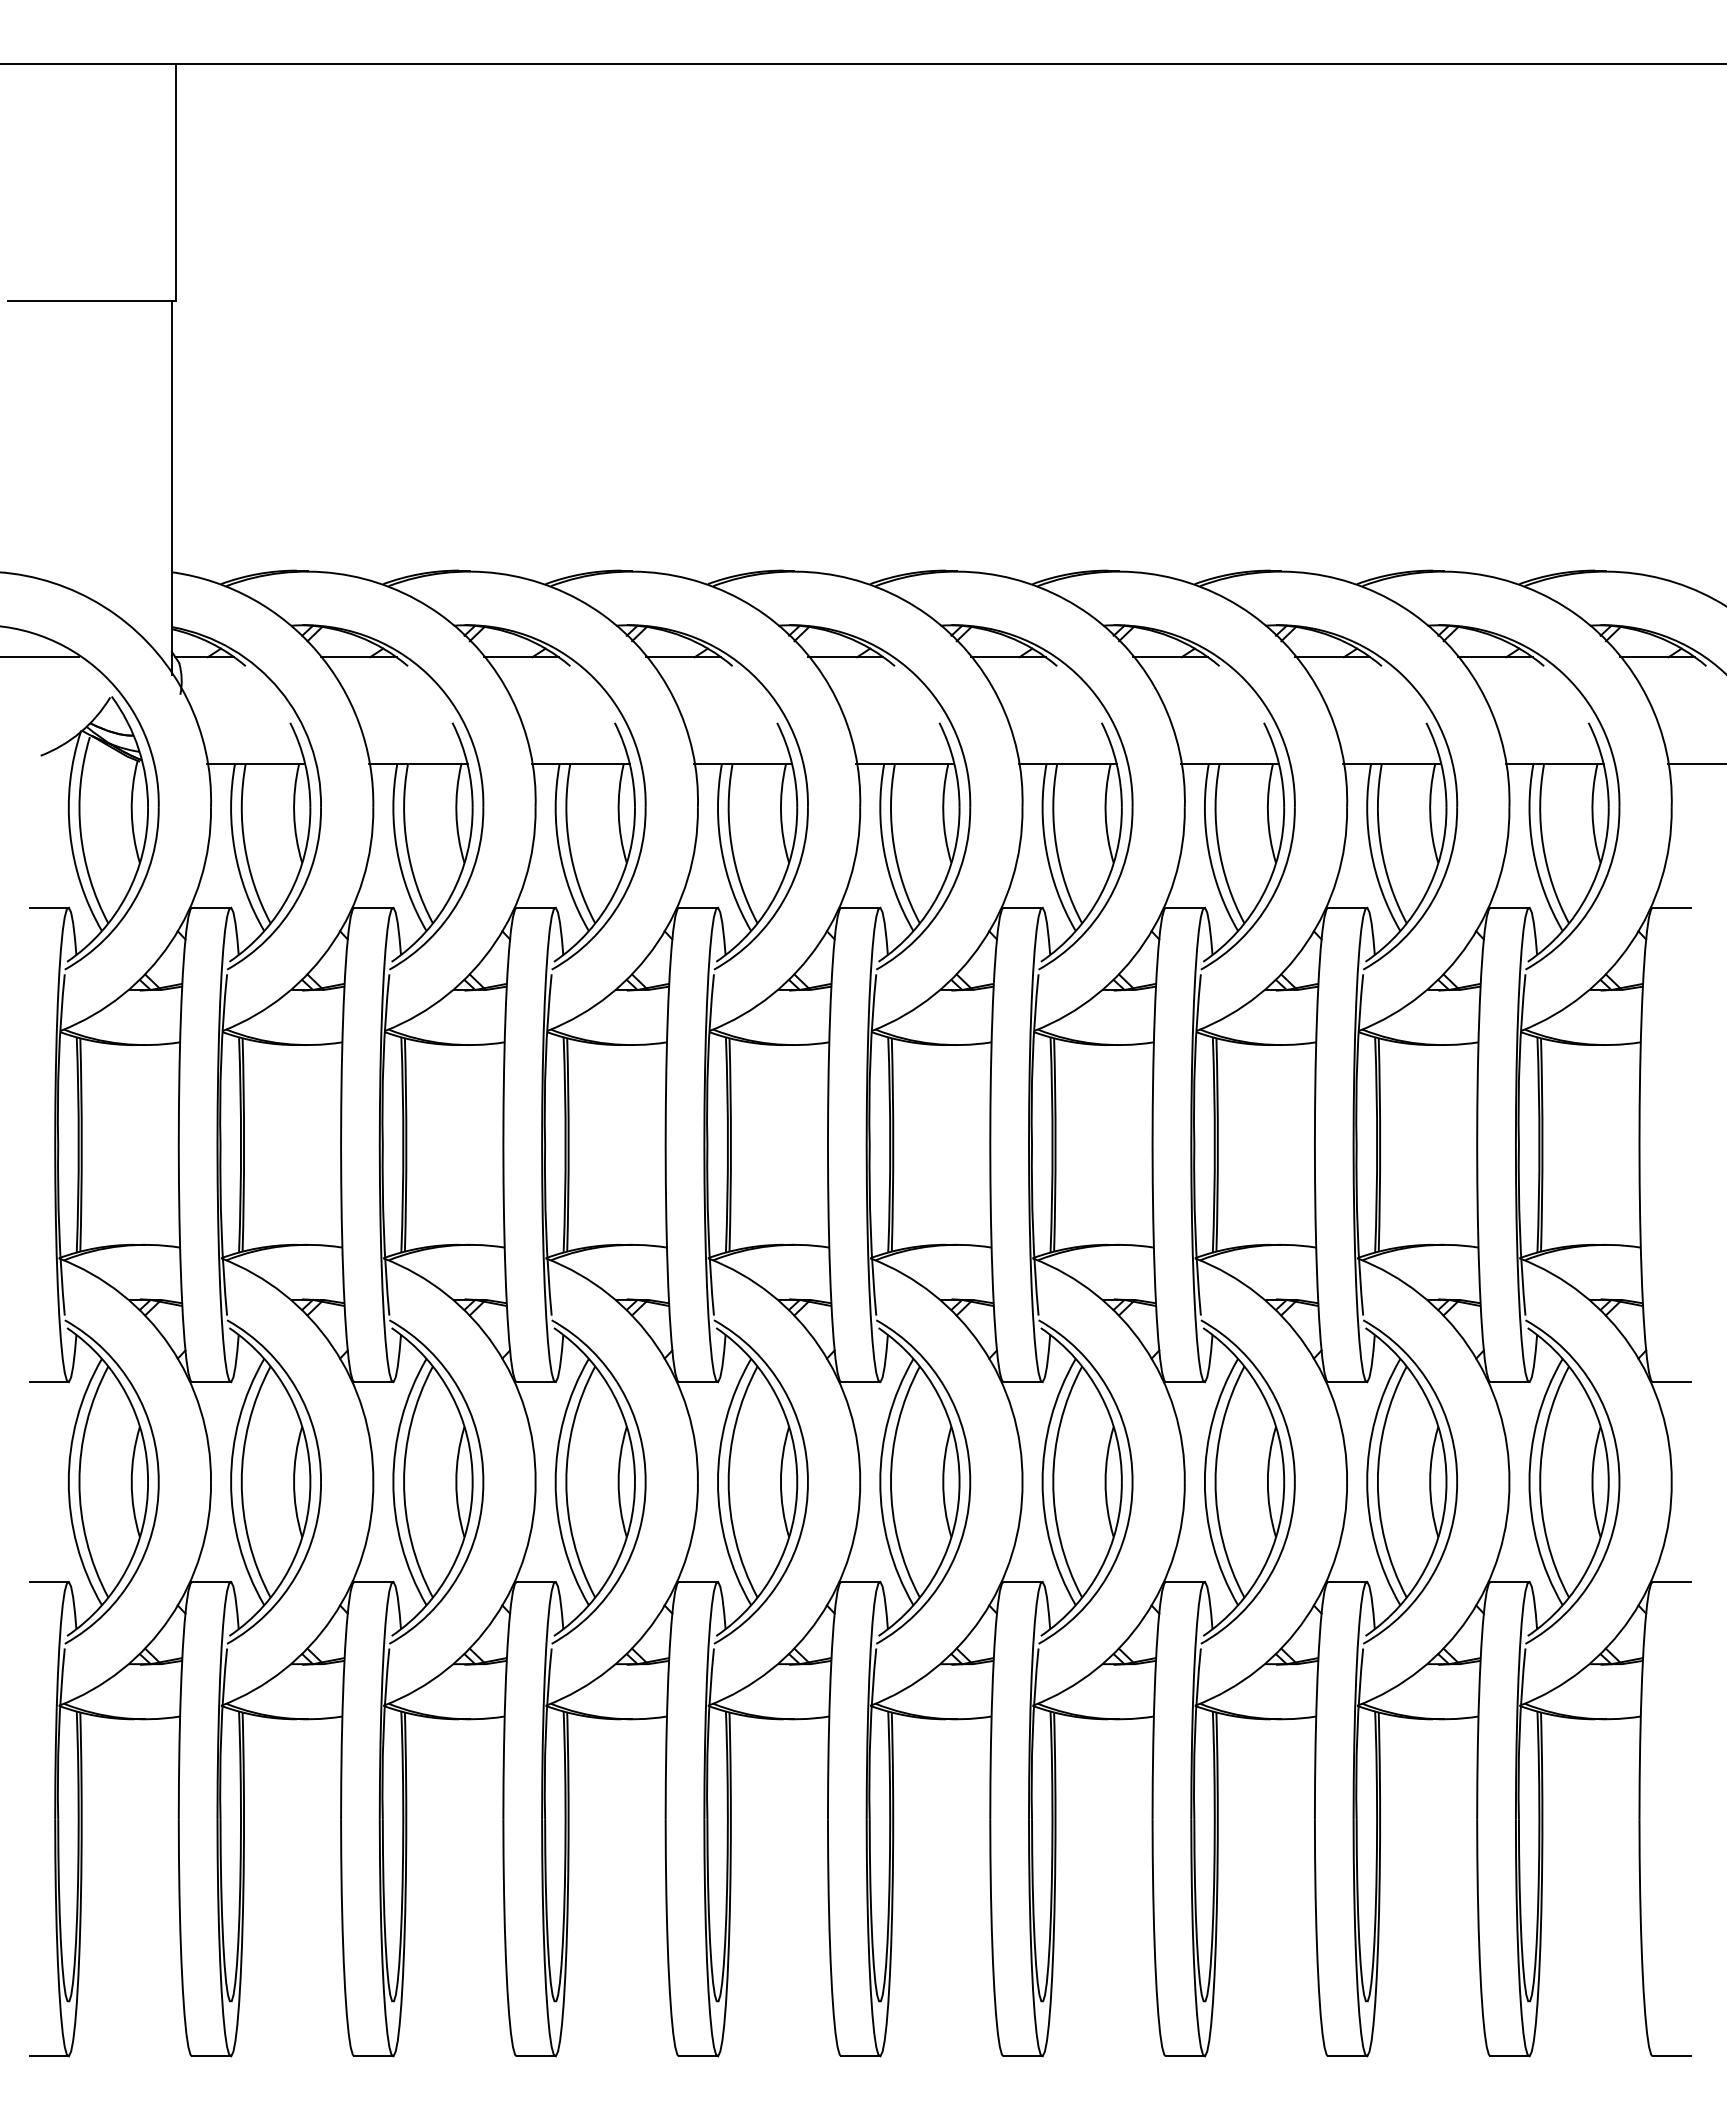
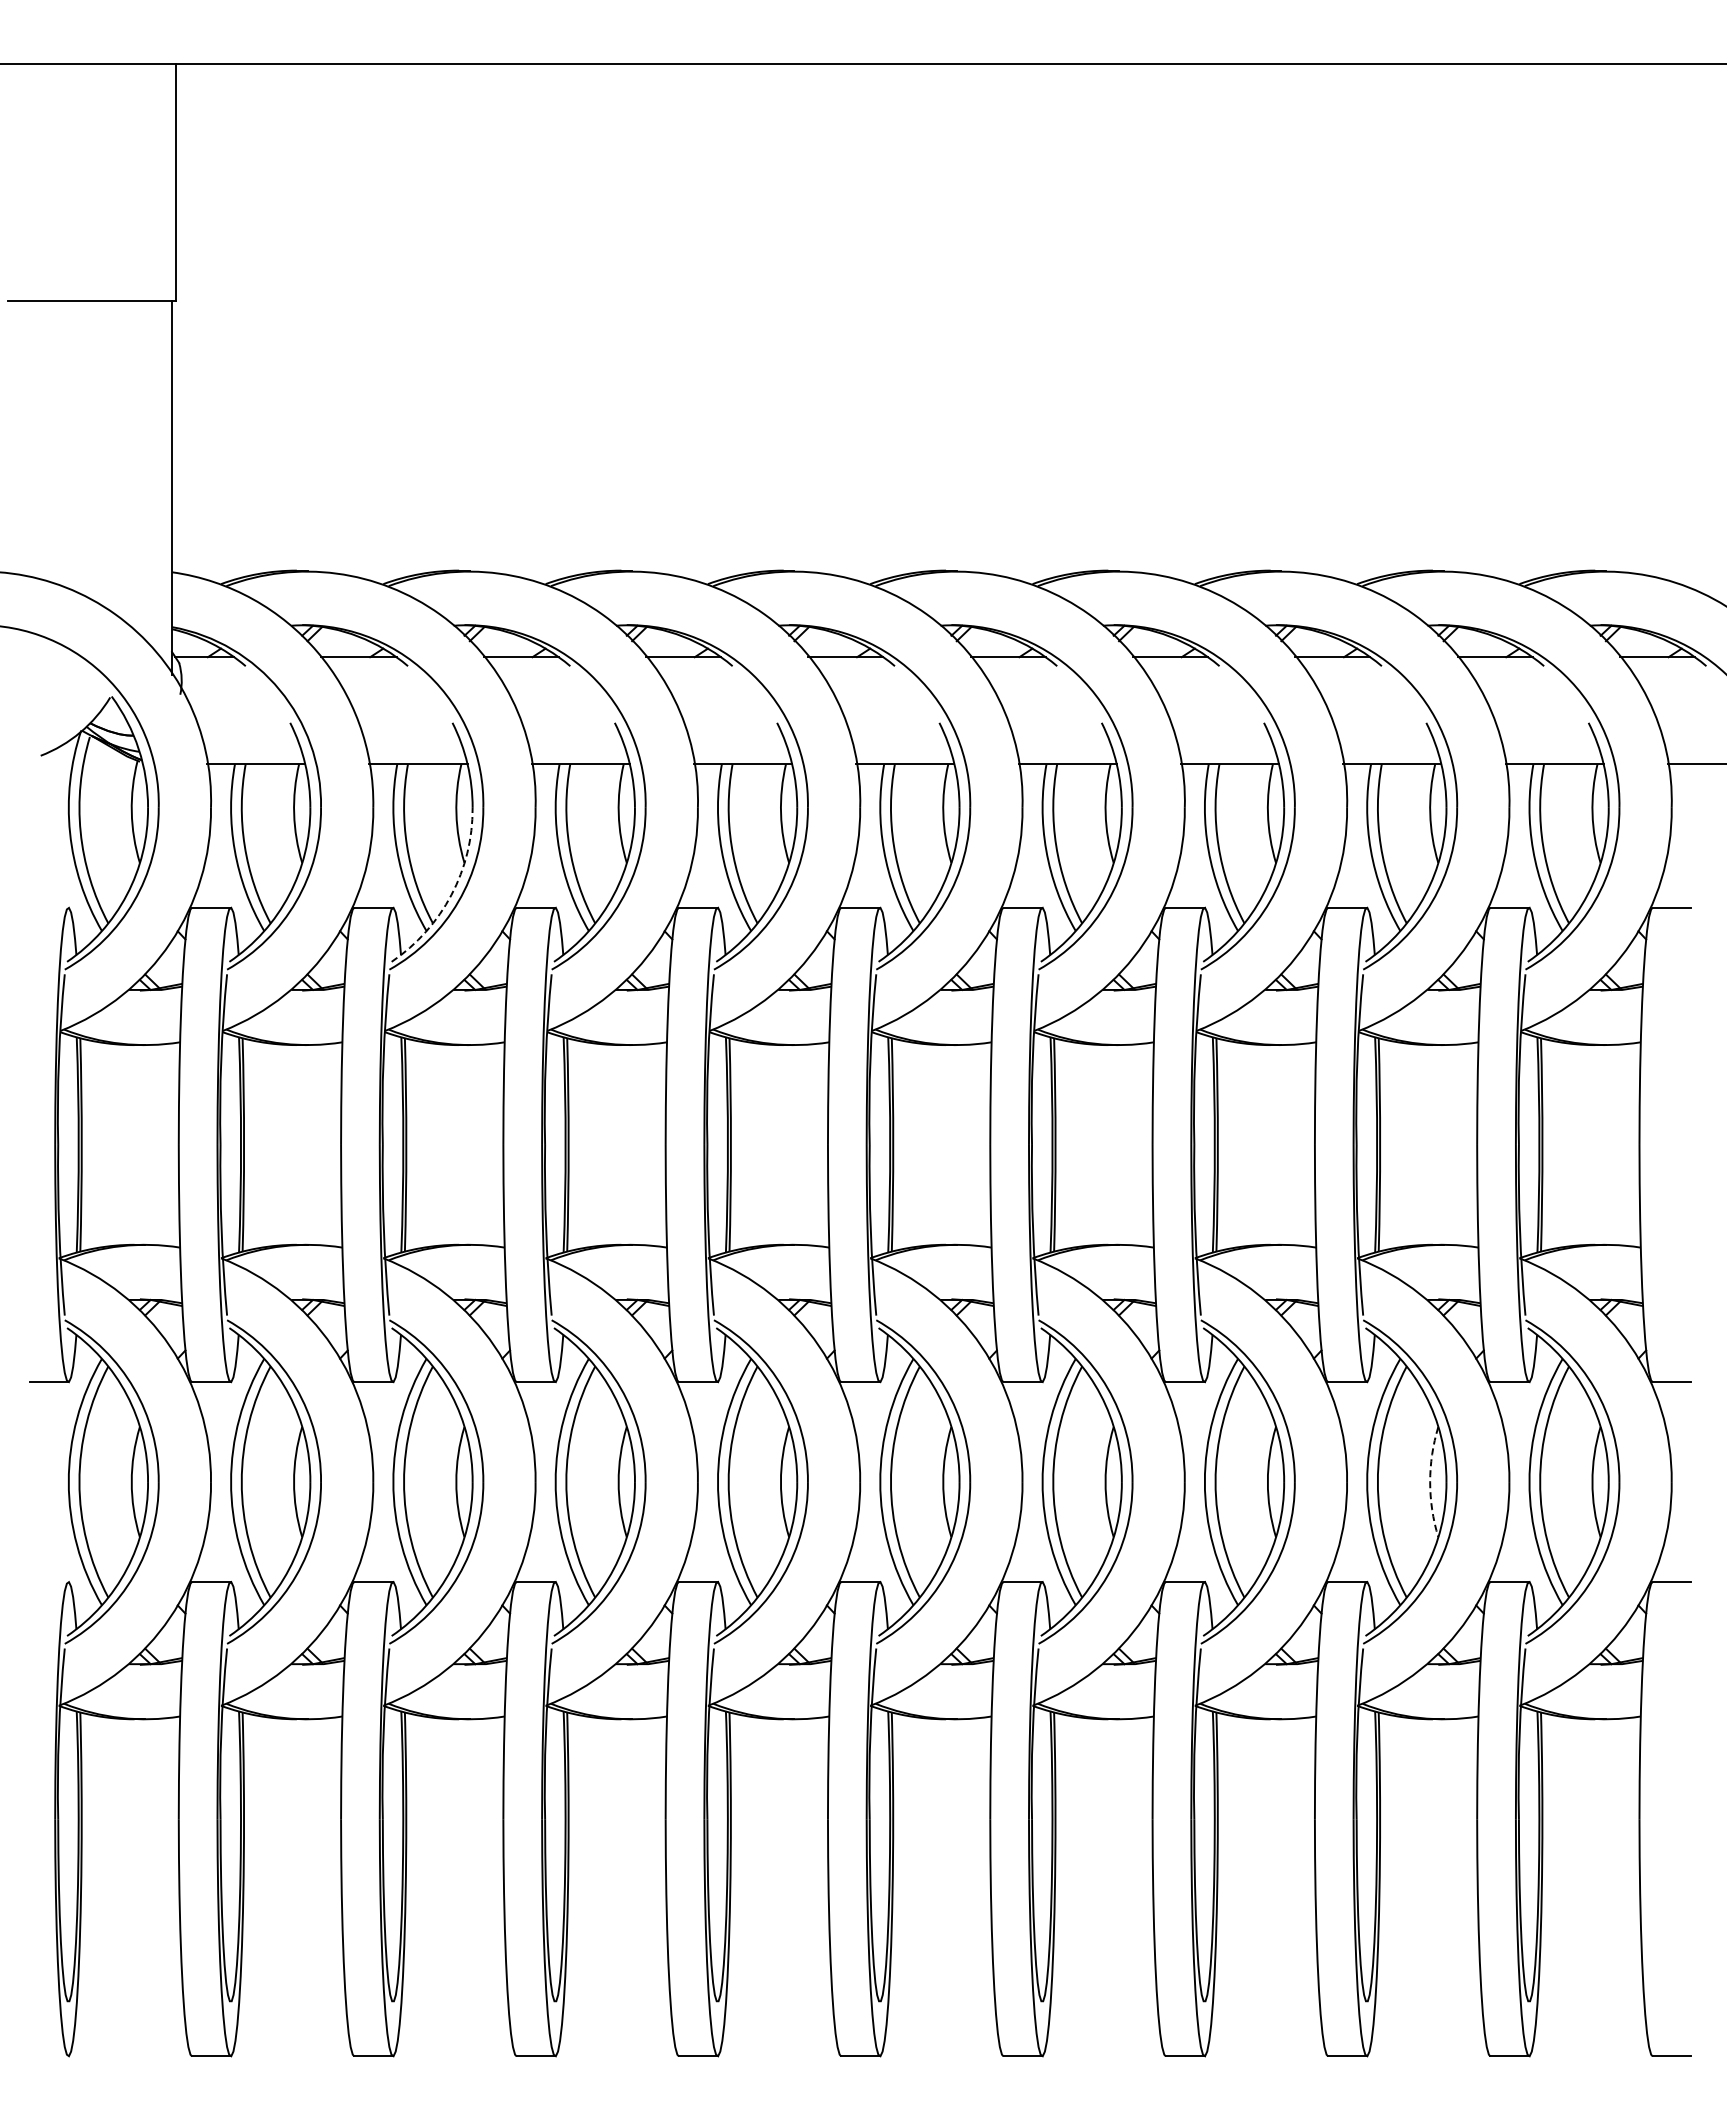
line at (40, 657): present -> none
arc at (451, 895): solid -> dashed
line at (48, 907): present -> none
arc at (1430, 1482): solid -> dashed
line at (48, 1581): present -> none
line at (48, 2056): present -> none
